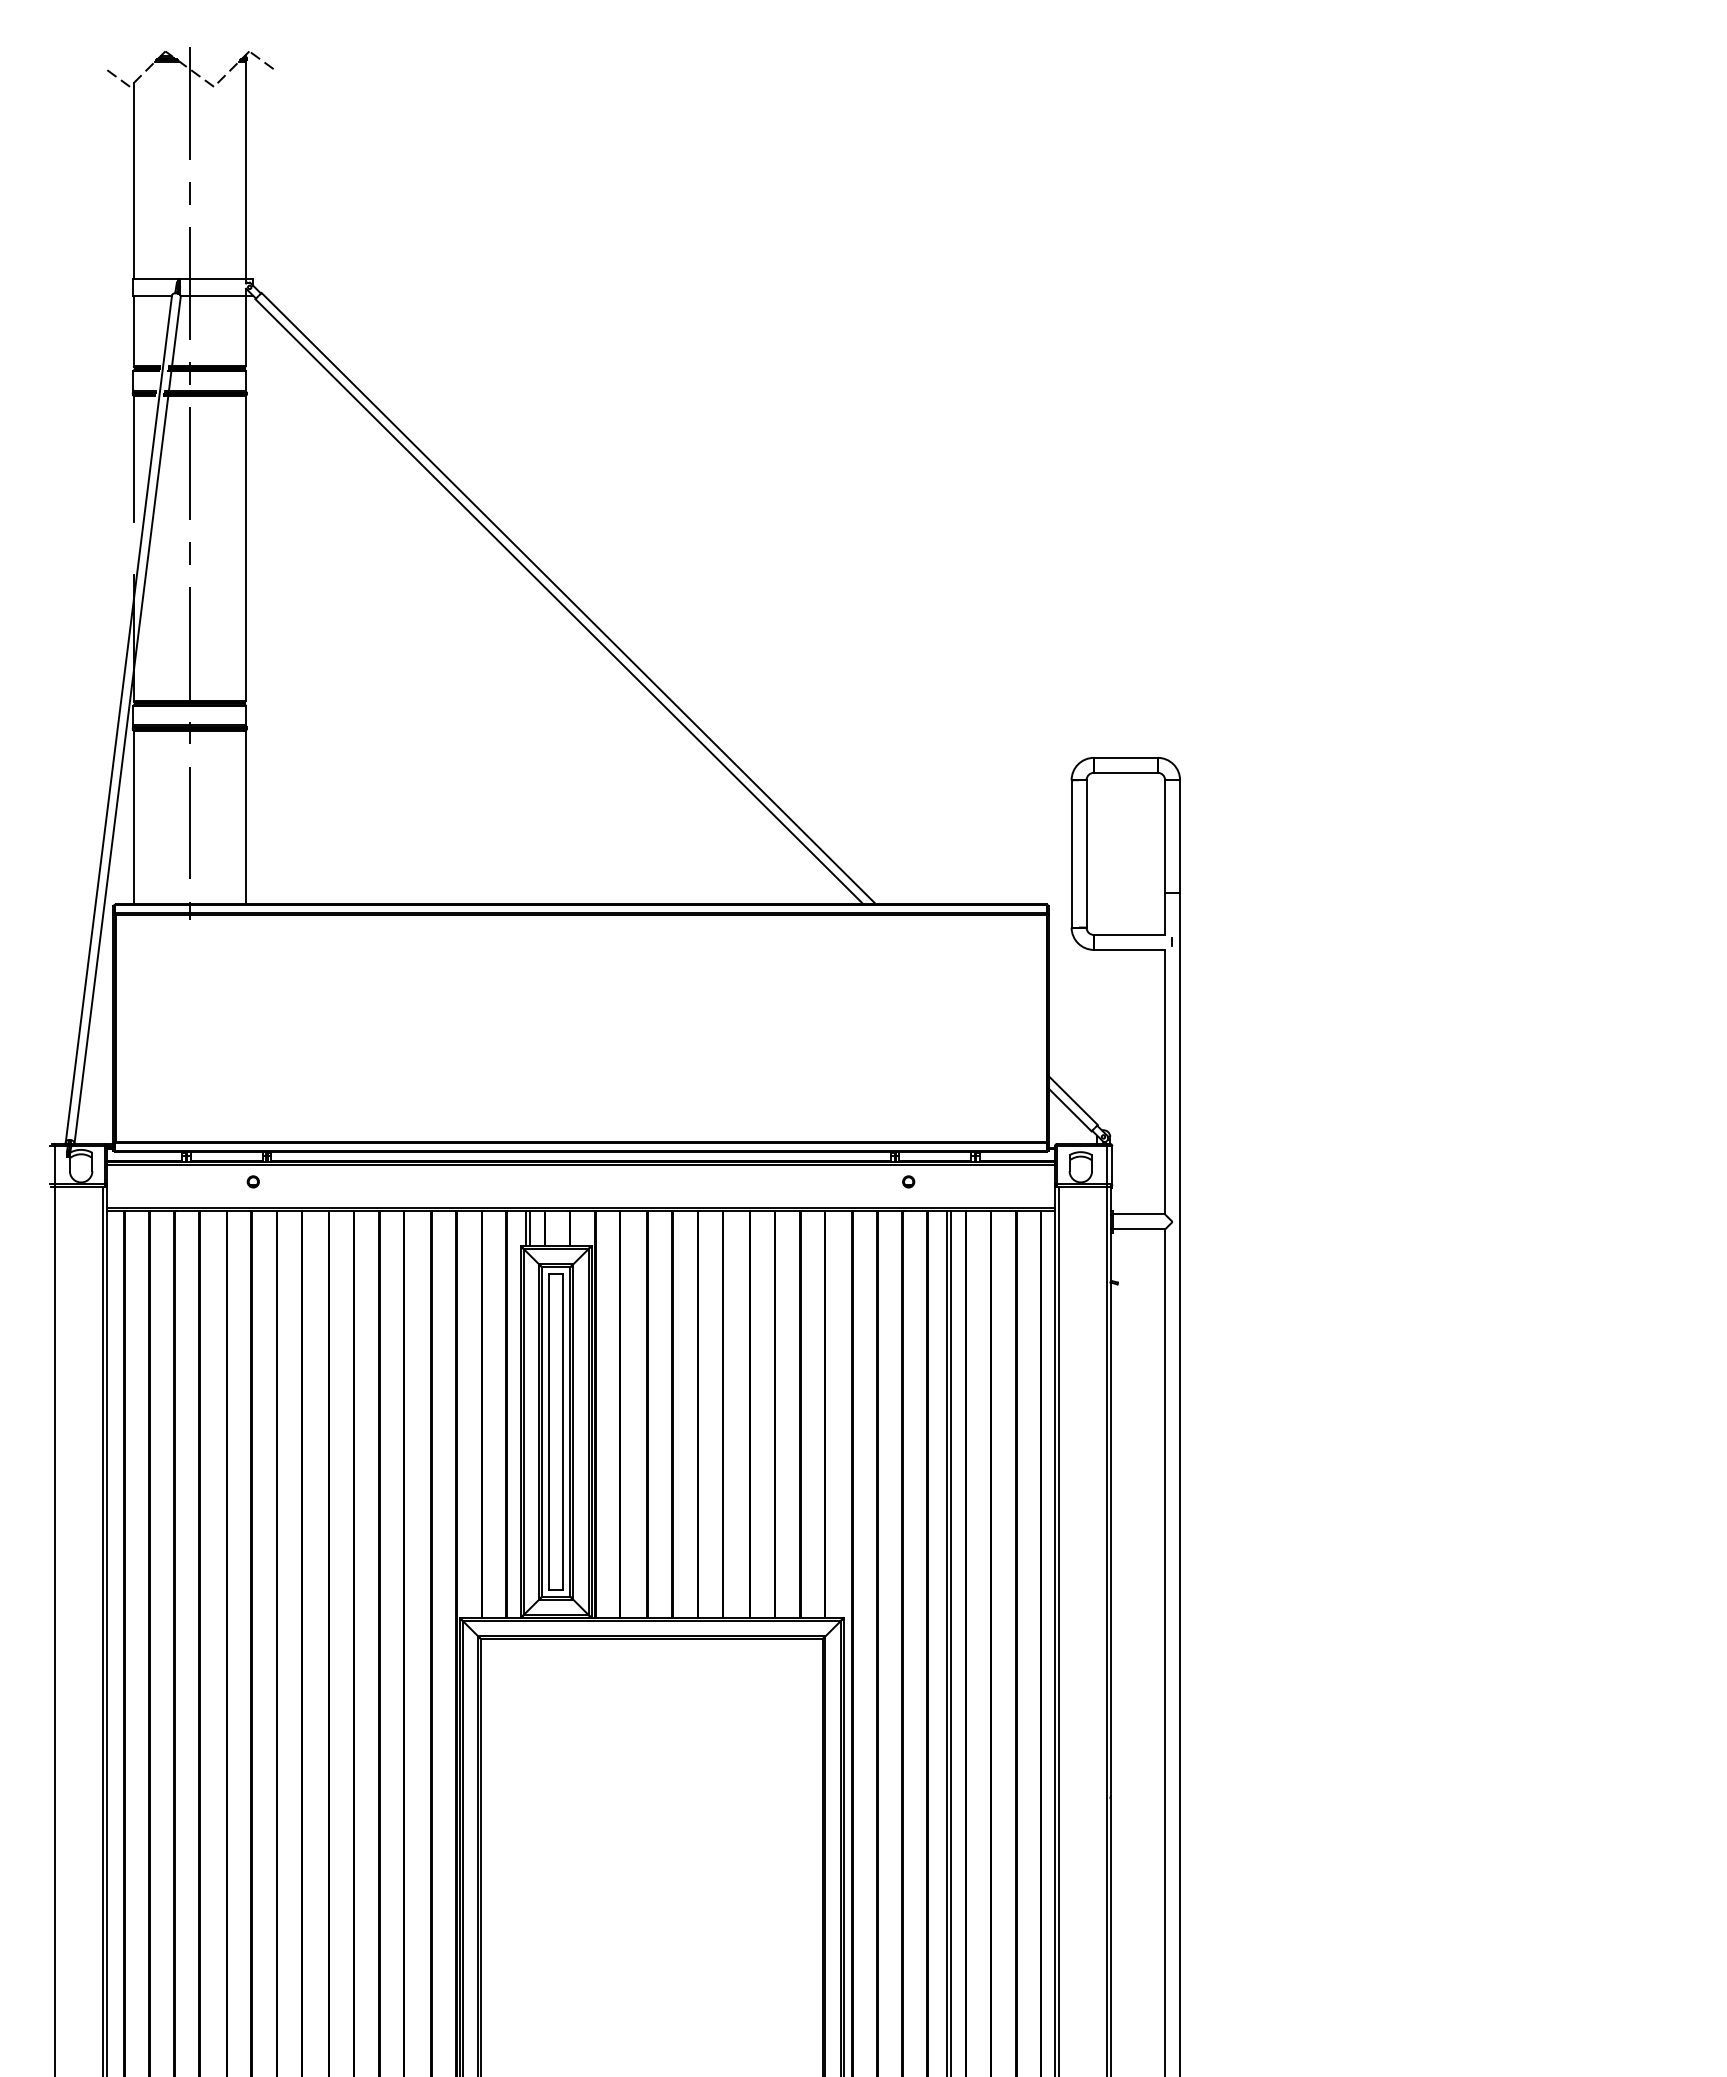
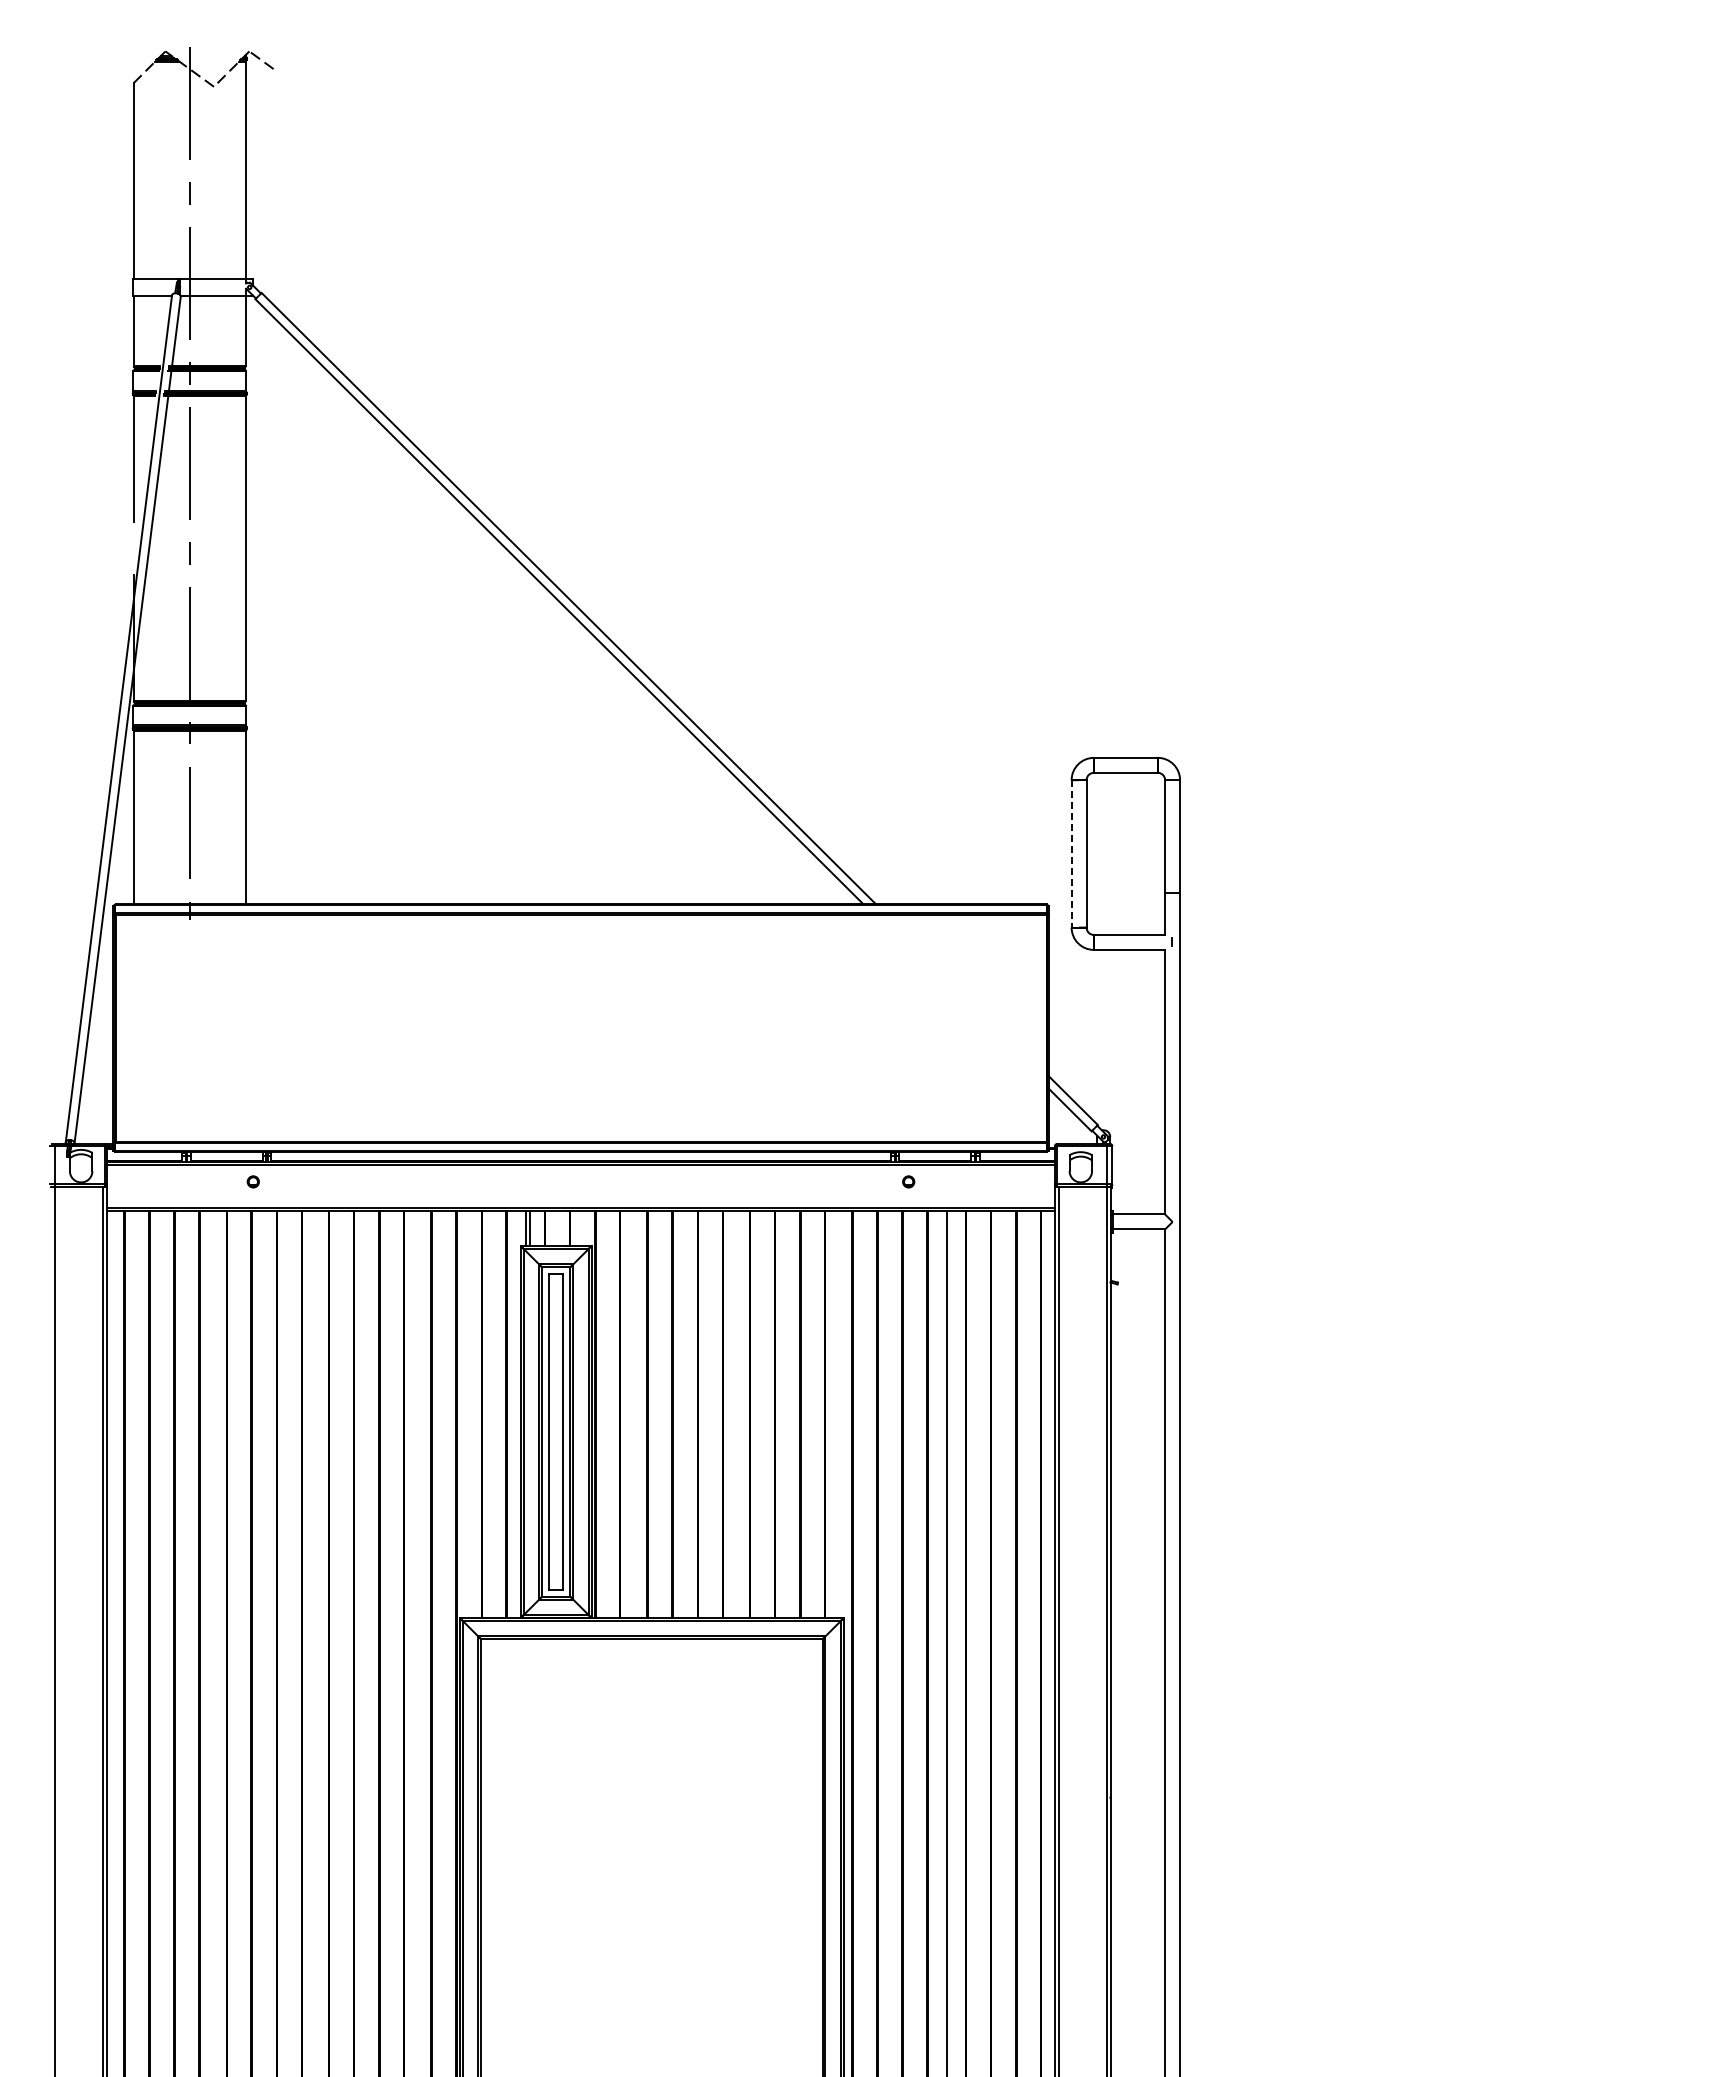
line at (117, 77): present -> none
line at (1071, 853): solid -> dashed
line at (950, 1642): present -> none
